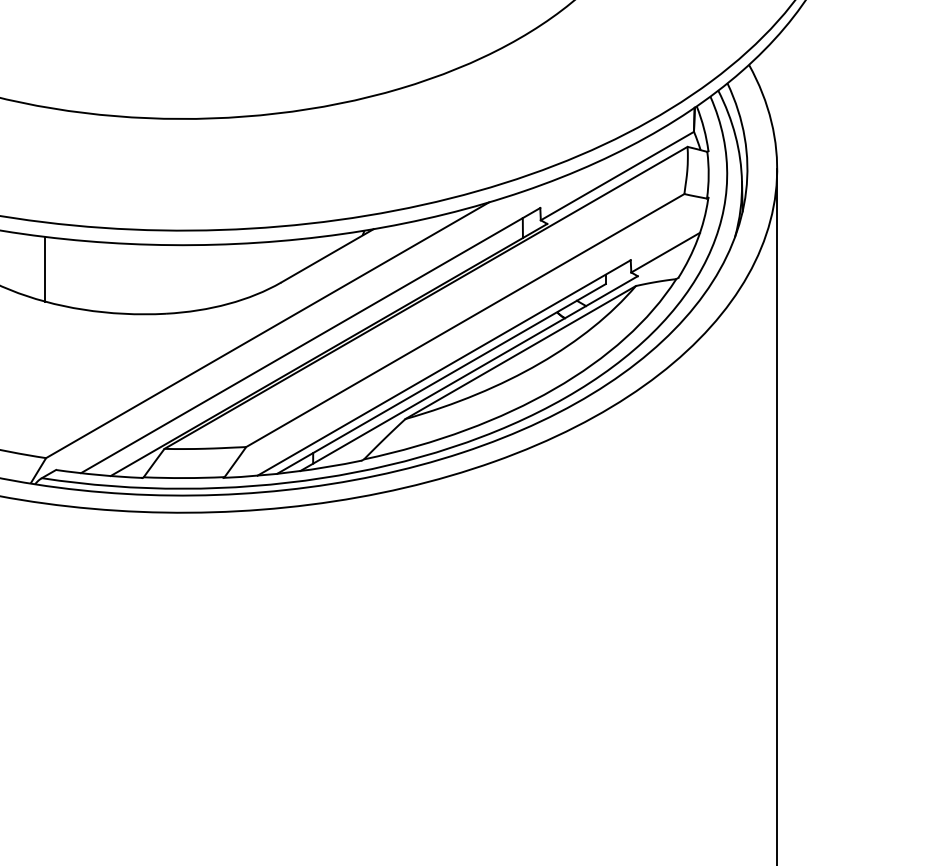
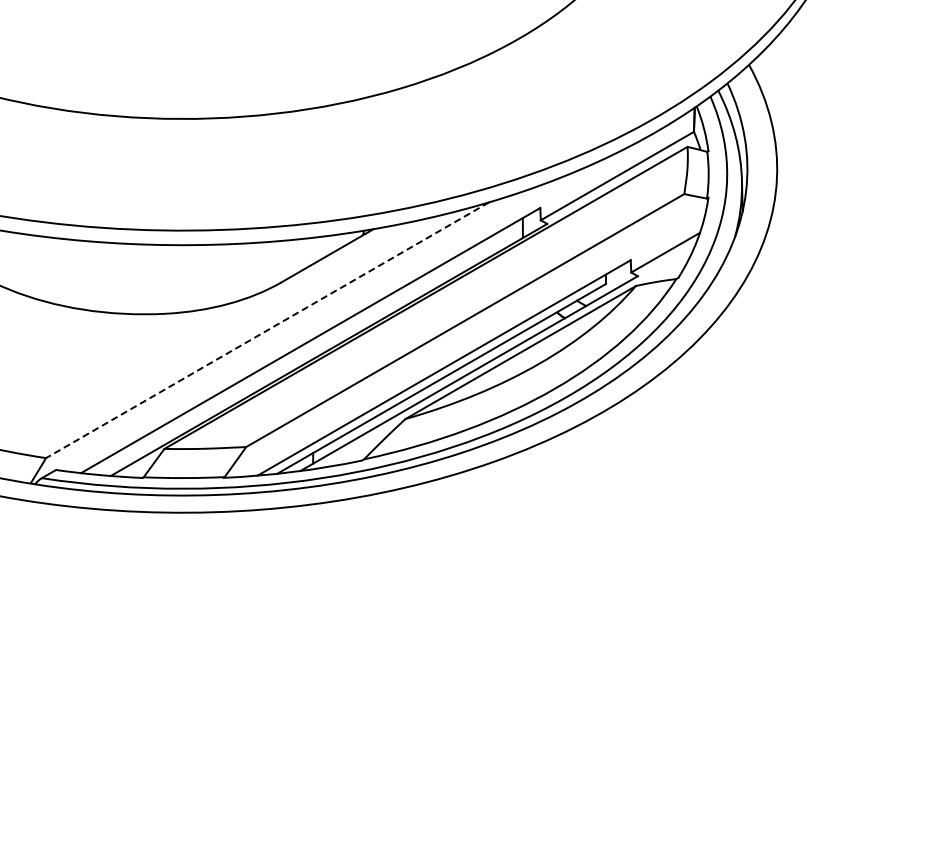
line at (45, 268): present -> none
line at (267, 330): solid -> dashed
line at (777, 515): present -> none
